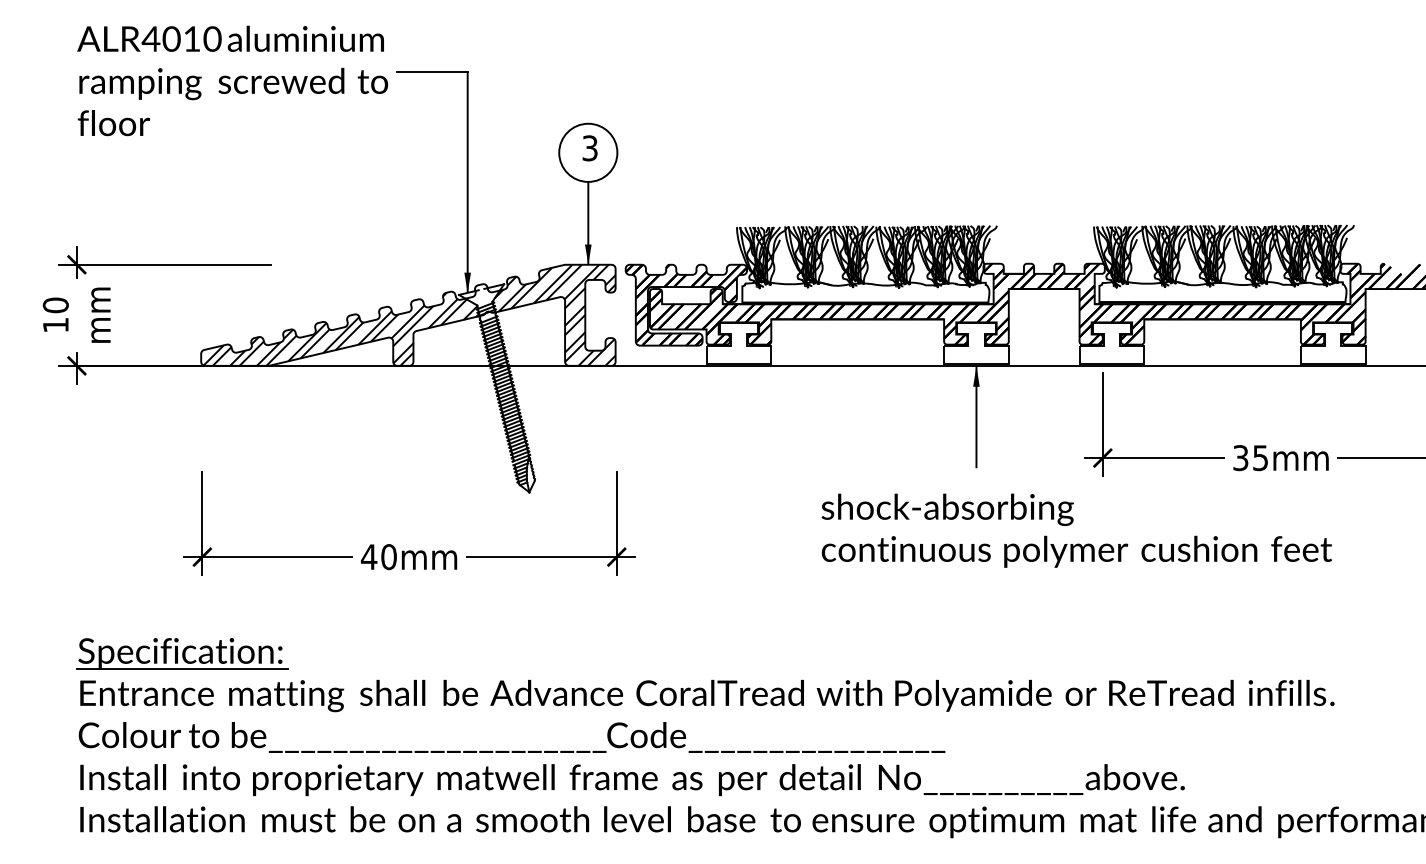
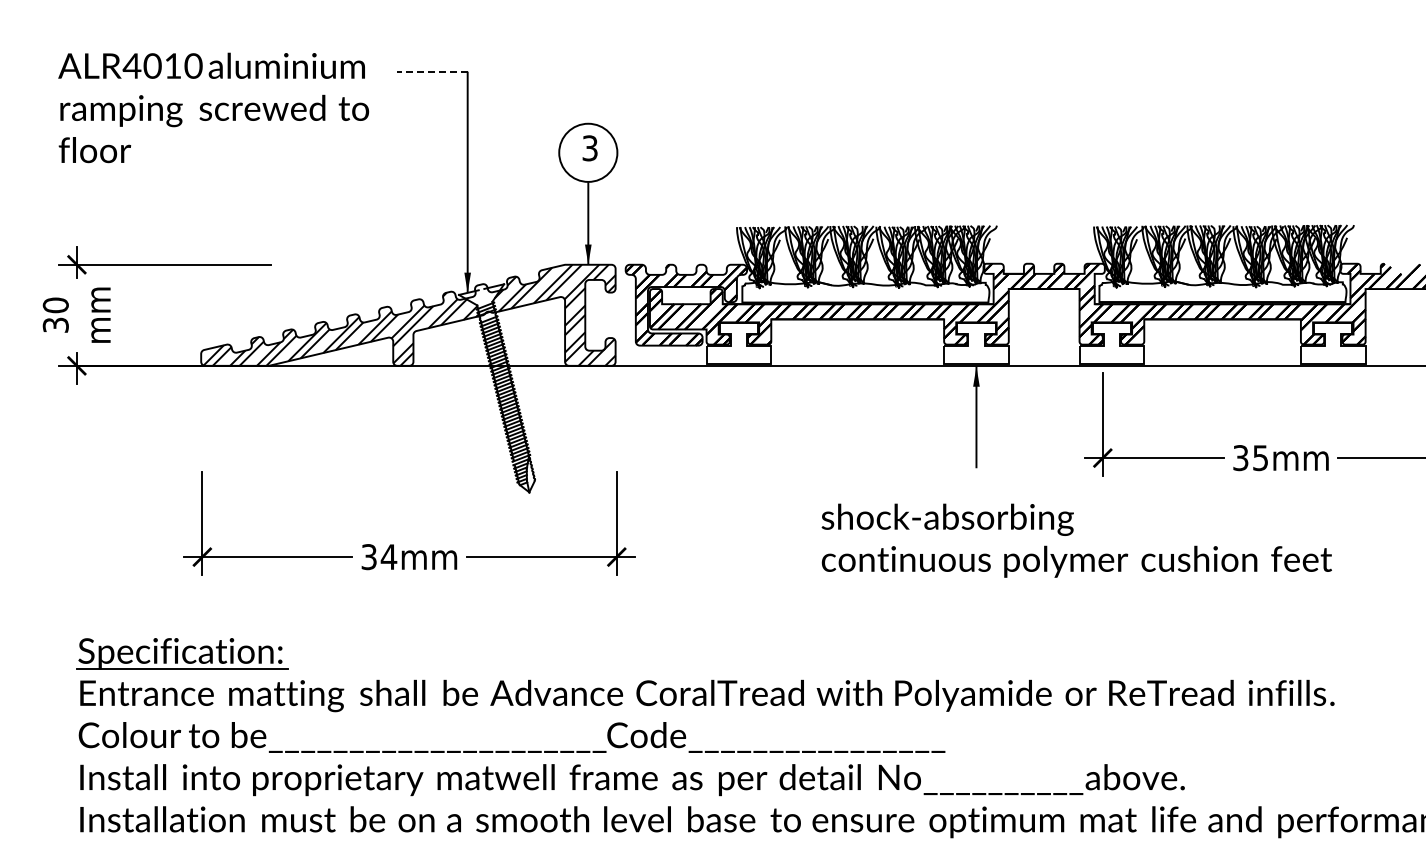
line at (431, 71): solid -> dashed
text at (232, 80) position: (232, 80) -> (213, 107)
text at (55, 324): 10 -> 30
text at (1076, 530) position: (1076, 530) -> (1076, 540)
text at (378, 557): 40mm -> 34mm
